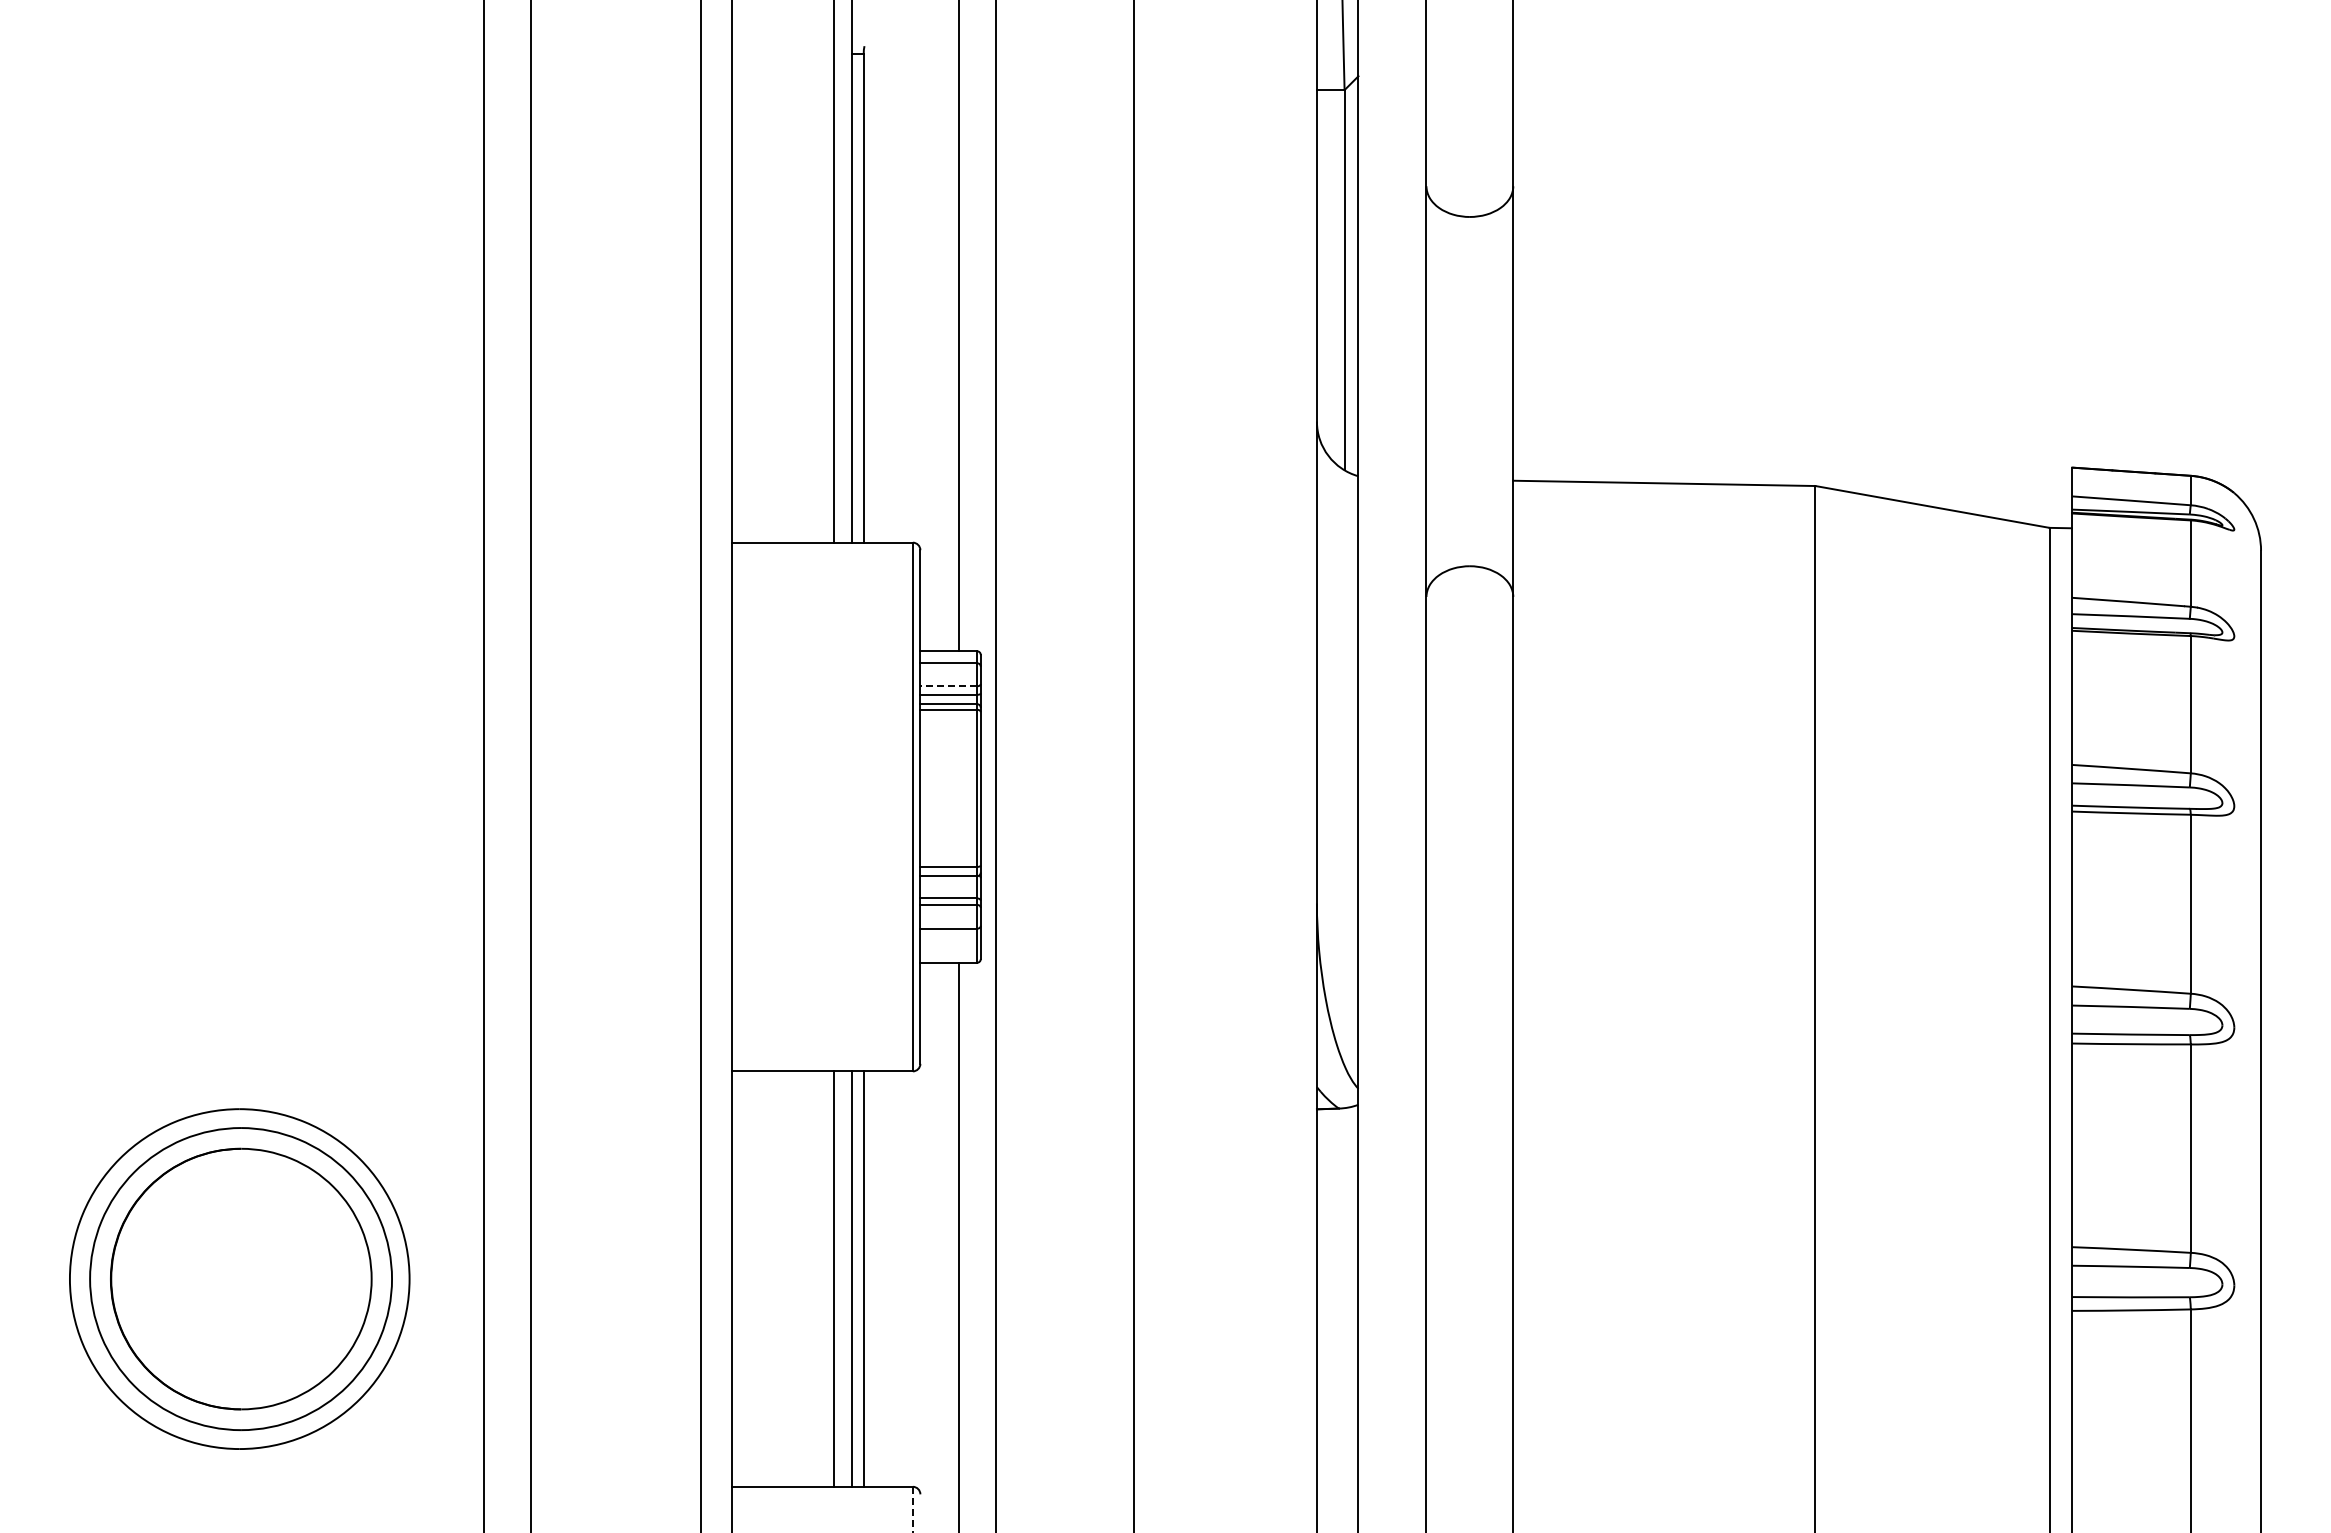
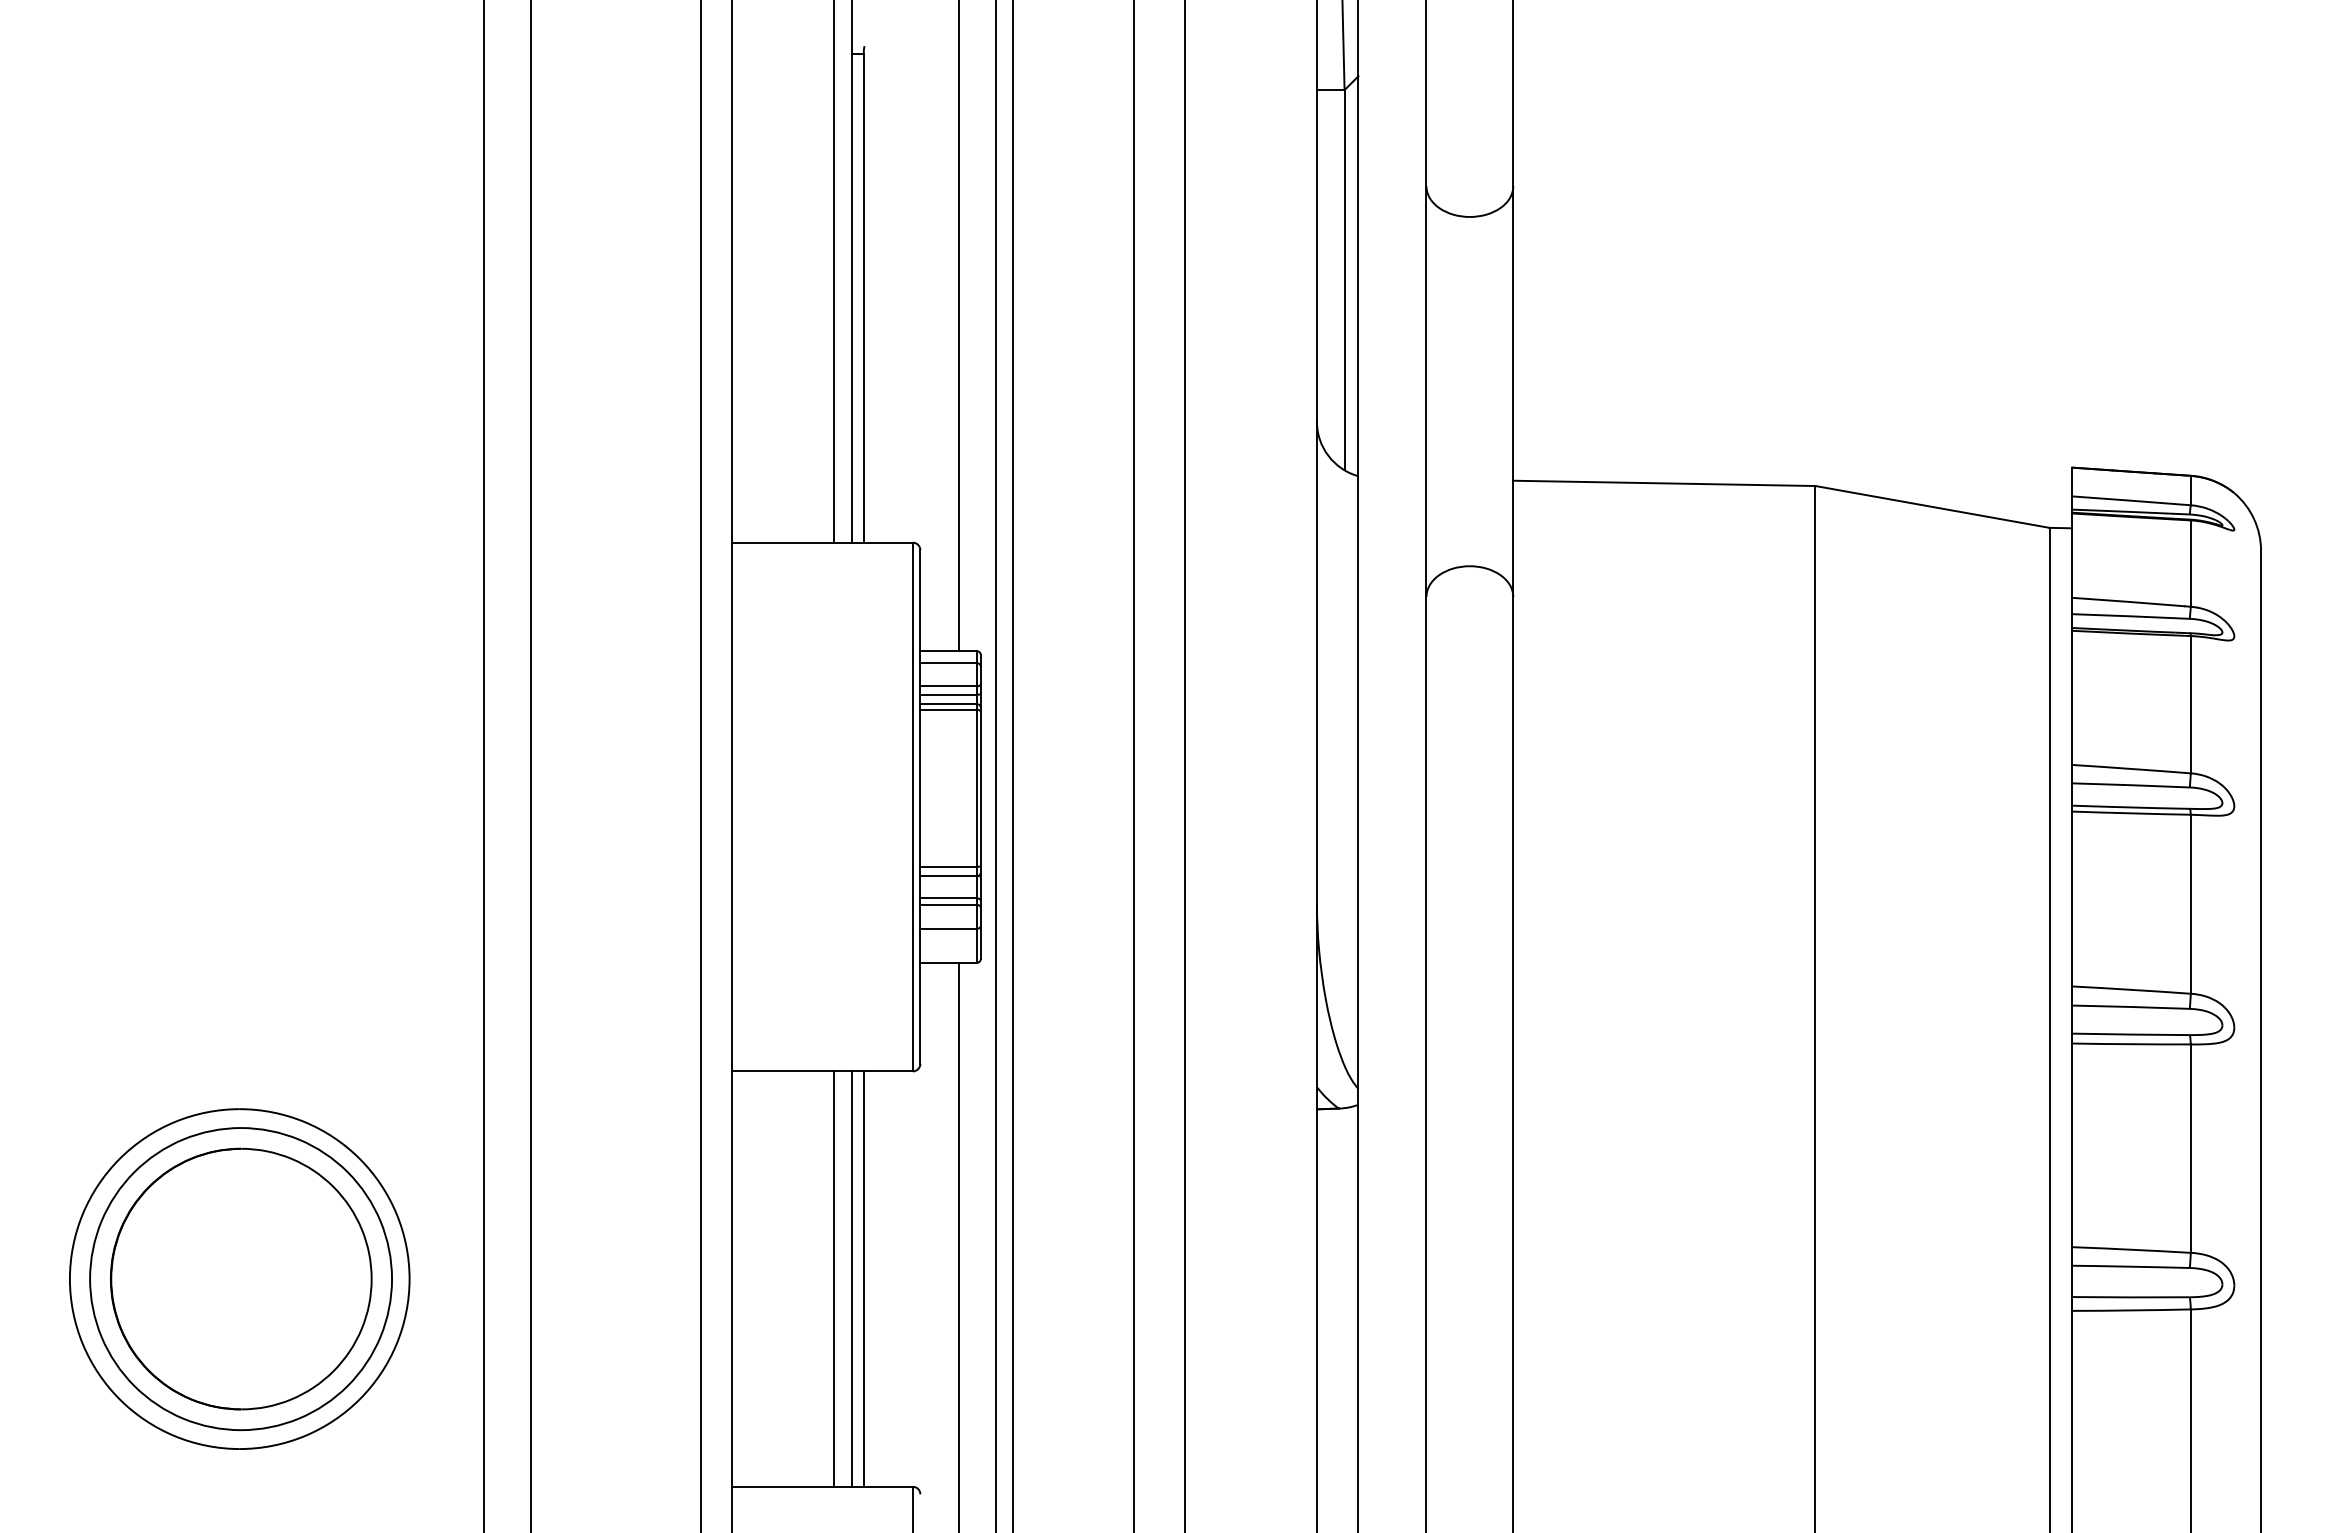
line at (948, 686): dashed -> solid
line at (1012, 765): none -> present
line at (1184, 765): none -> present
line at (912, 1509): dashed -> solid
